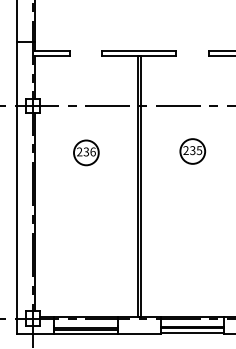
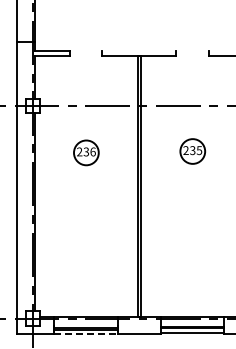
line at (139, 51): present -> none
line at (220, 51): present -> none
line at (86, 334): solid -> dashed
